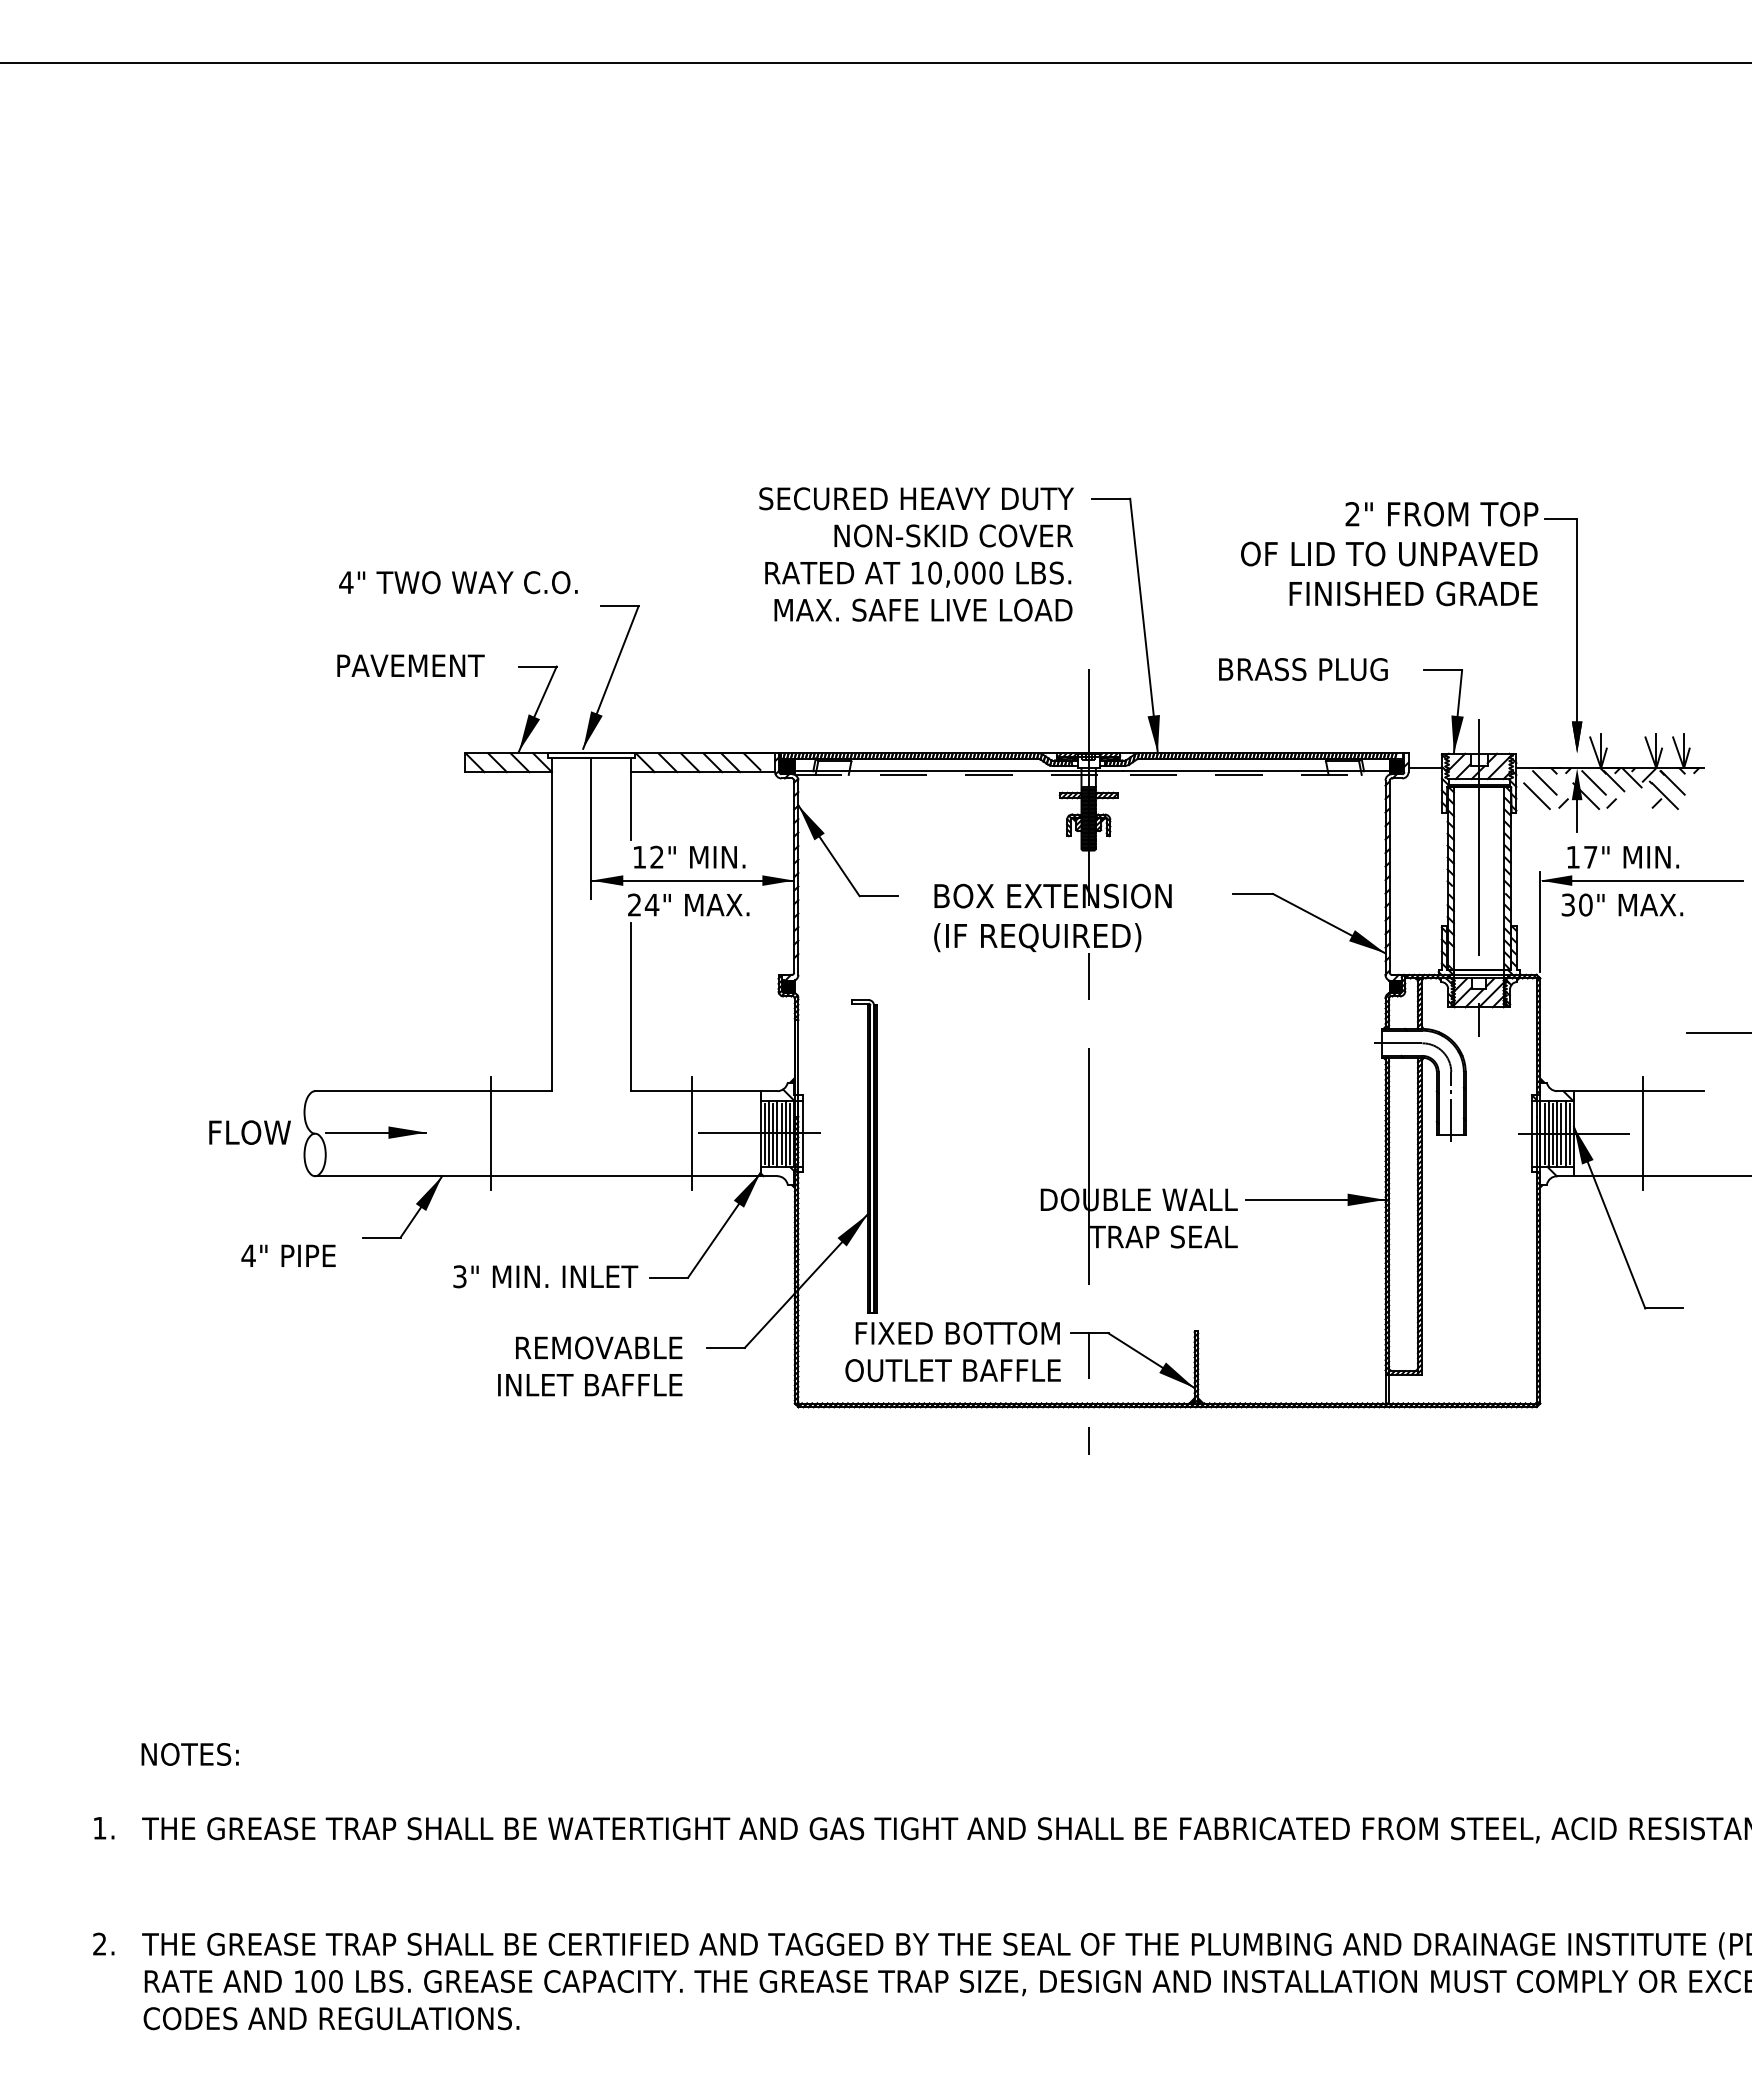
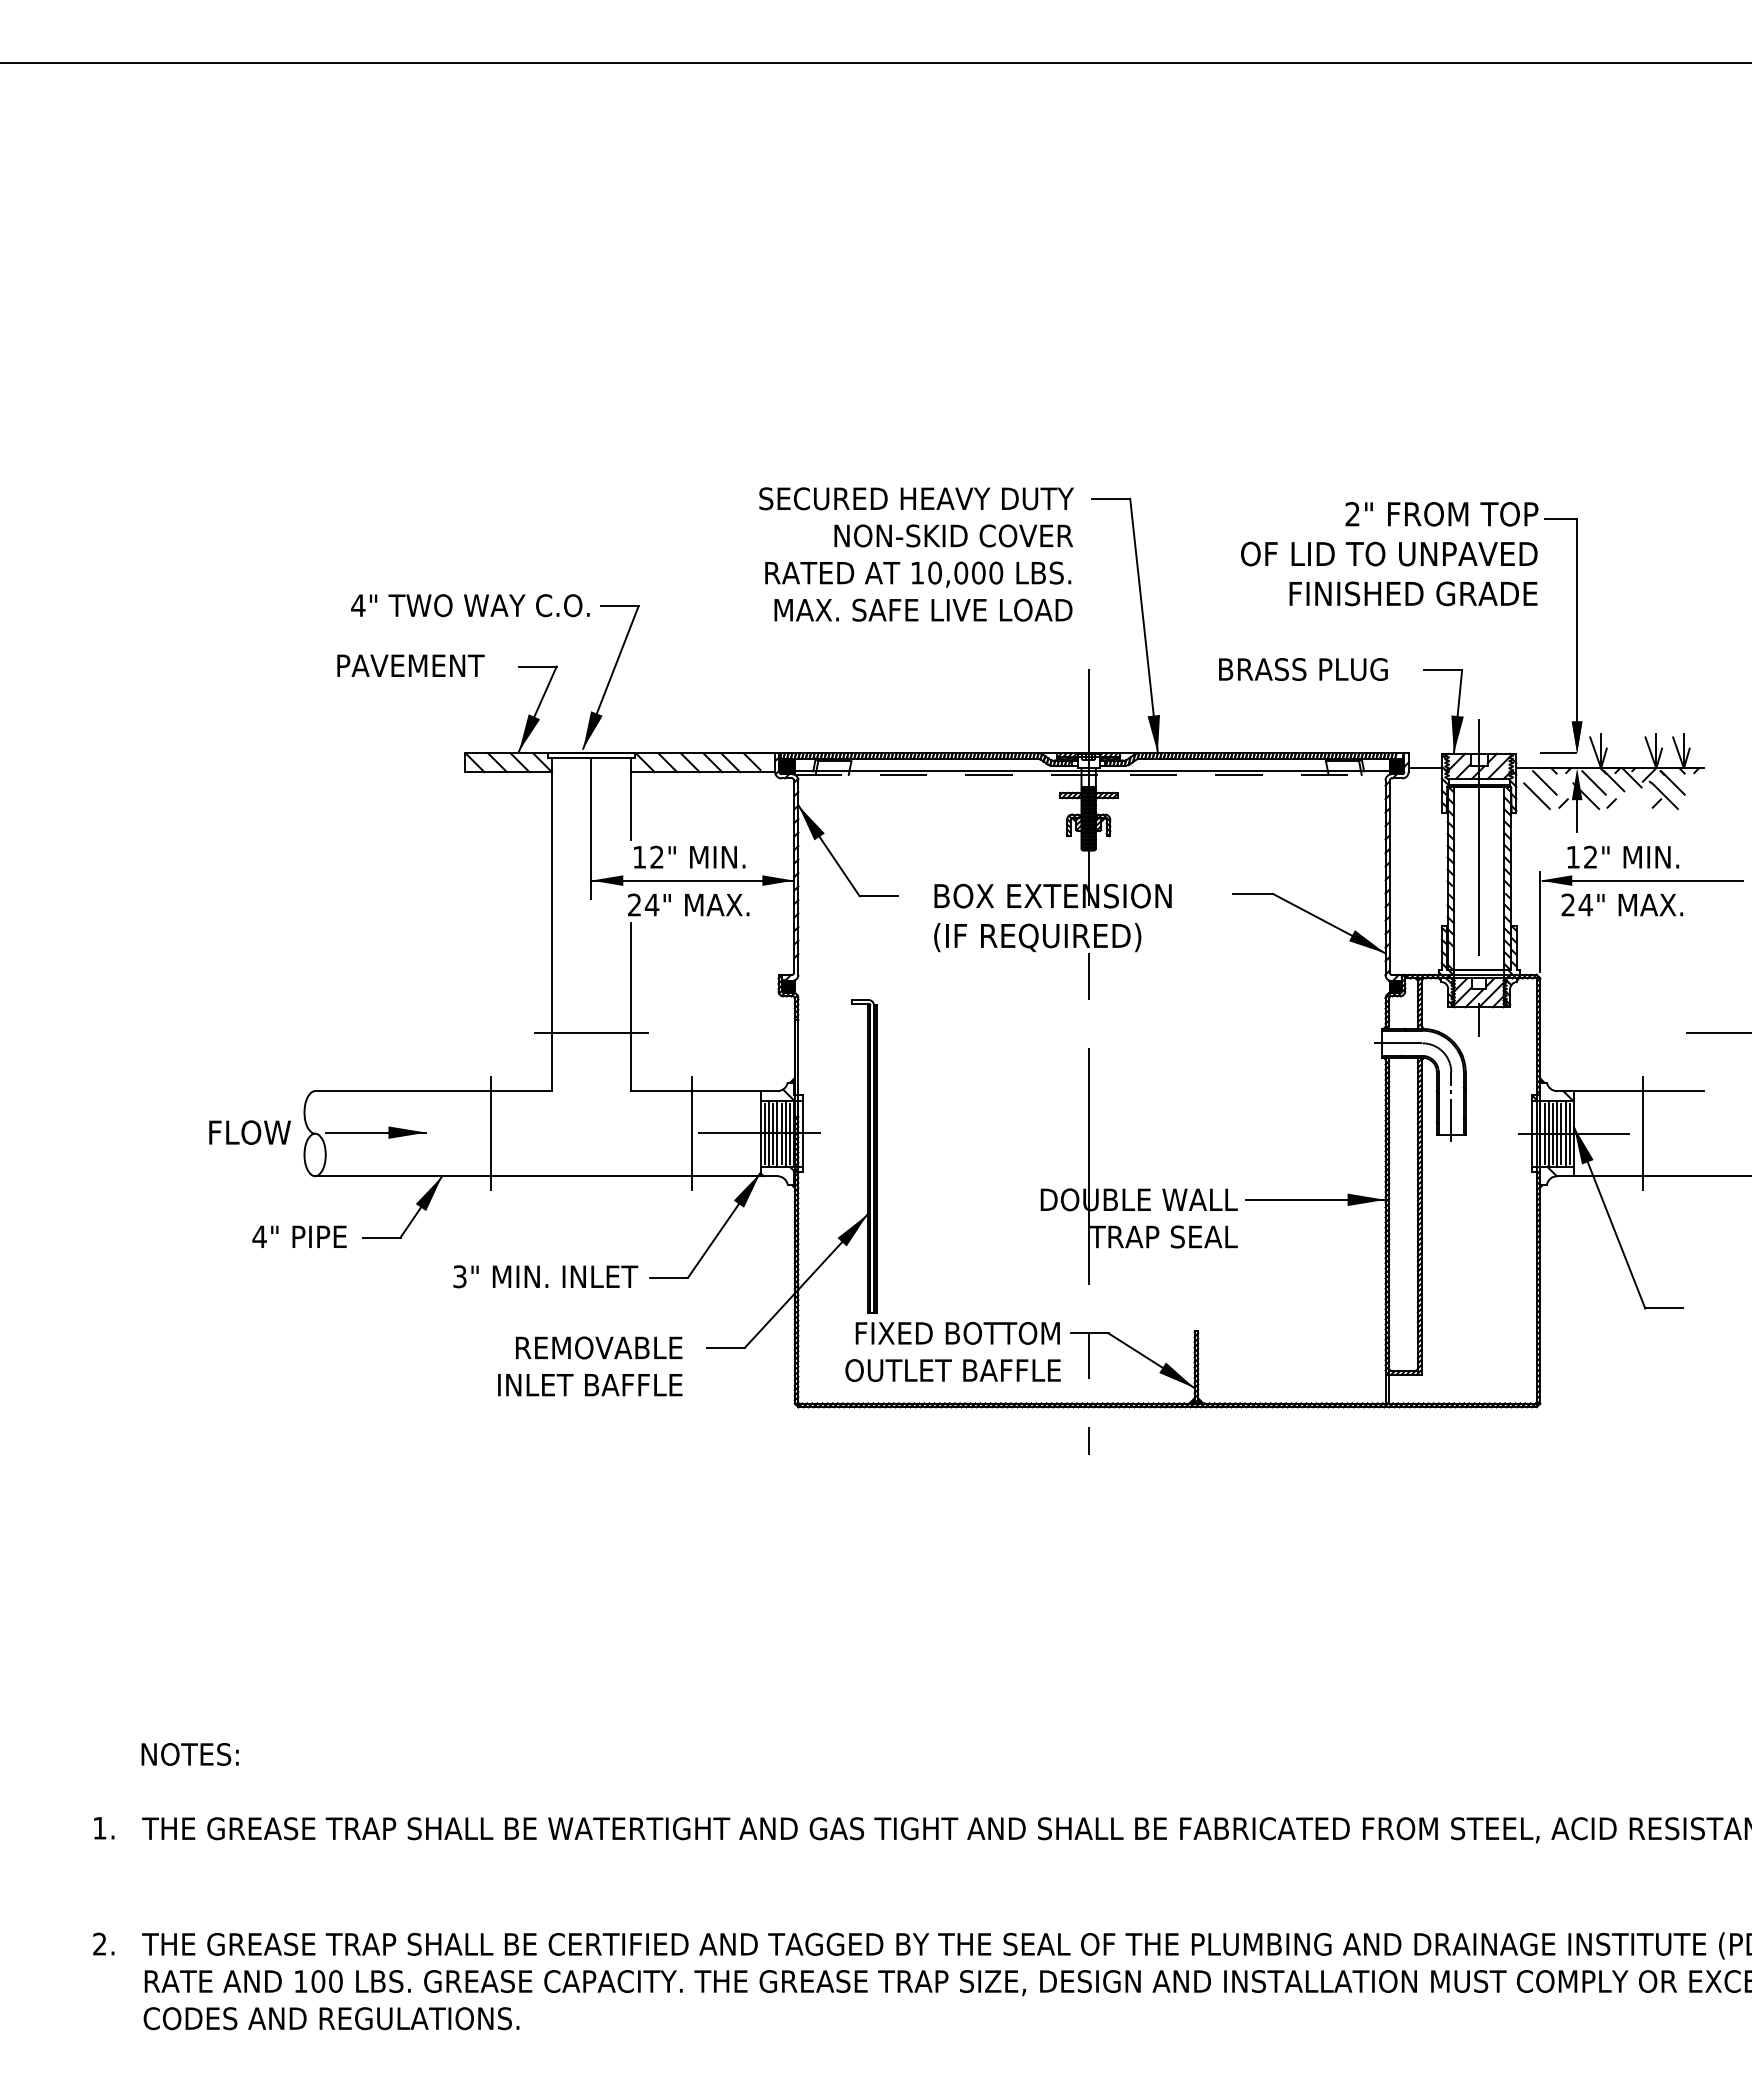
text at (458, 582) position: (458, 582) -> (470, 605)
line at (1558, 753): none -> present
text at (1590, 856): 17" -> 12"
text at (1577, 904): 30" -> 24"
line at (591, 1033): none -> present
text at (288, 1255) position: (288, 1255) -> (299, 1236)
